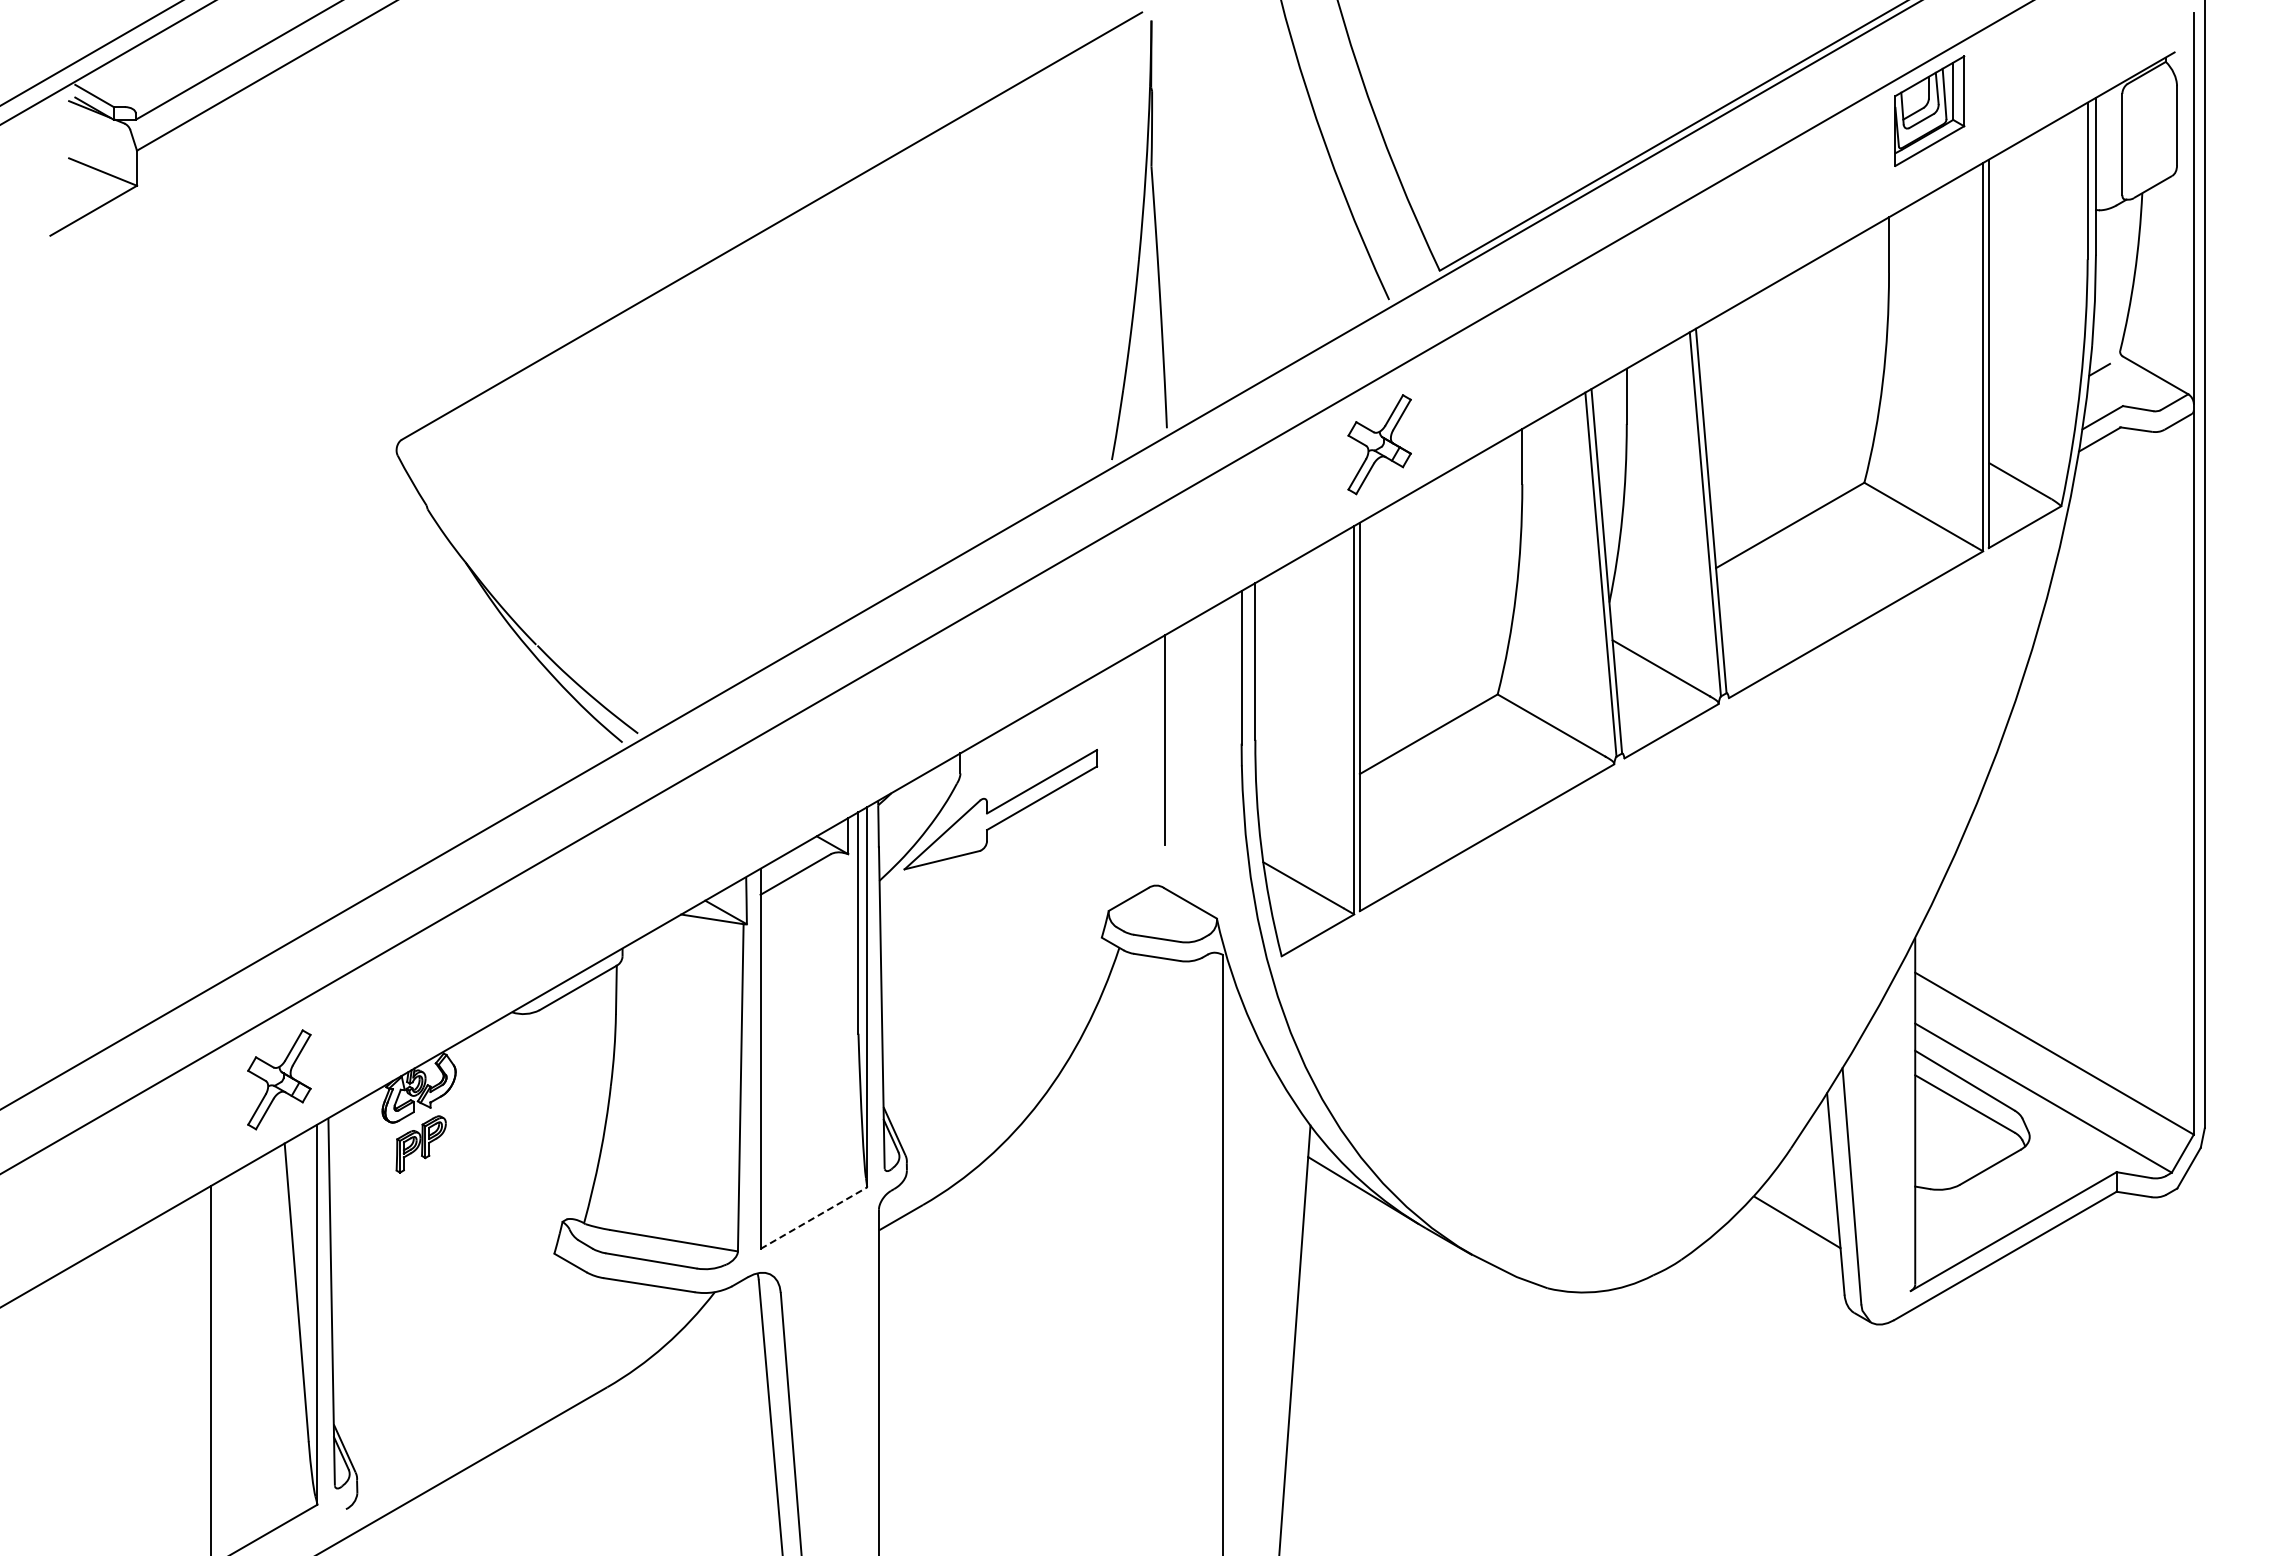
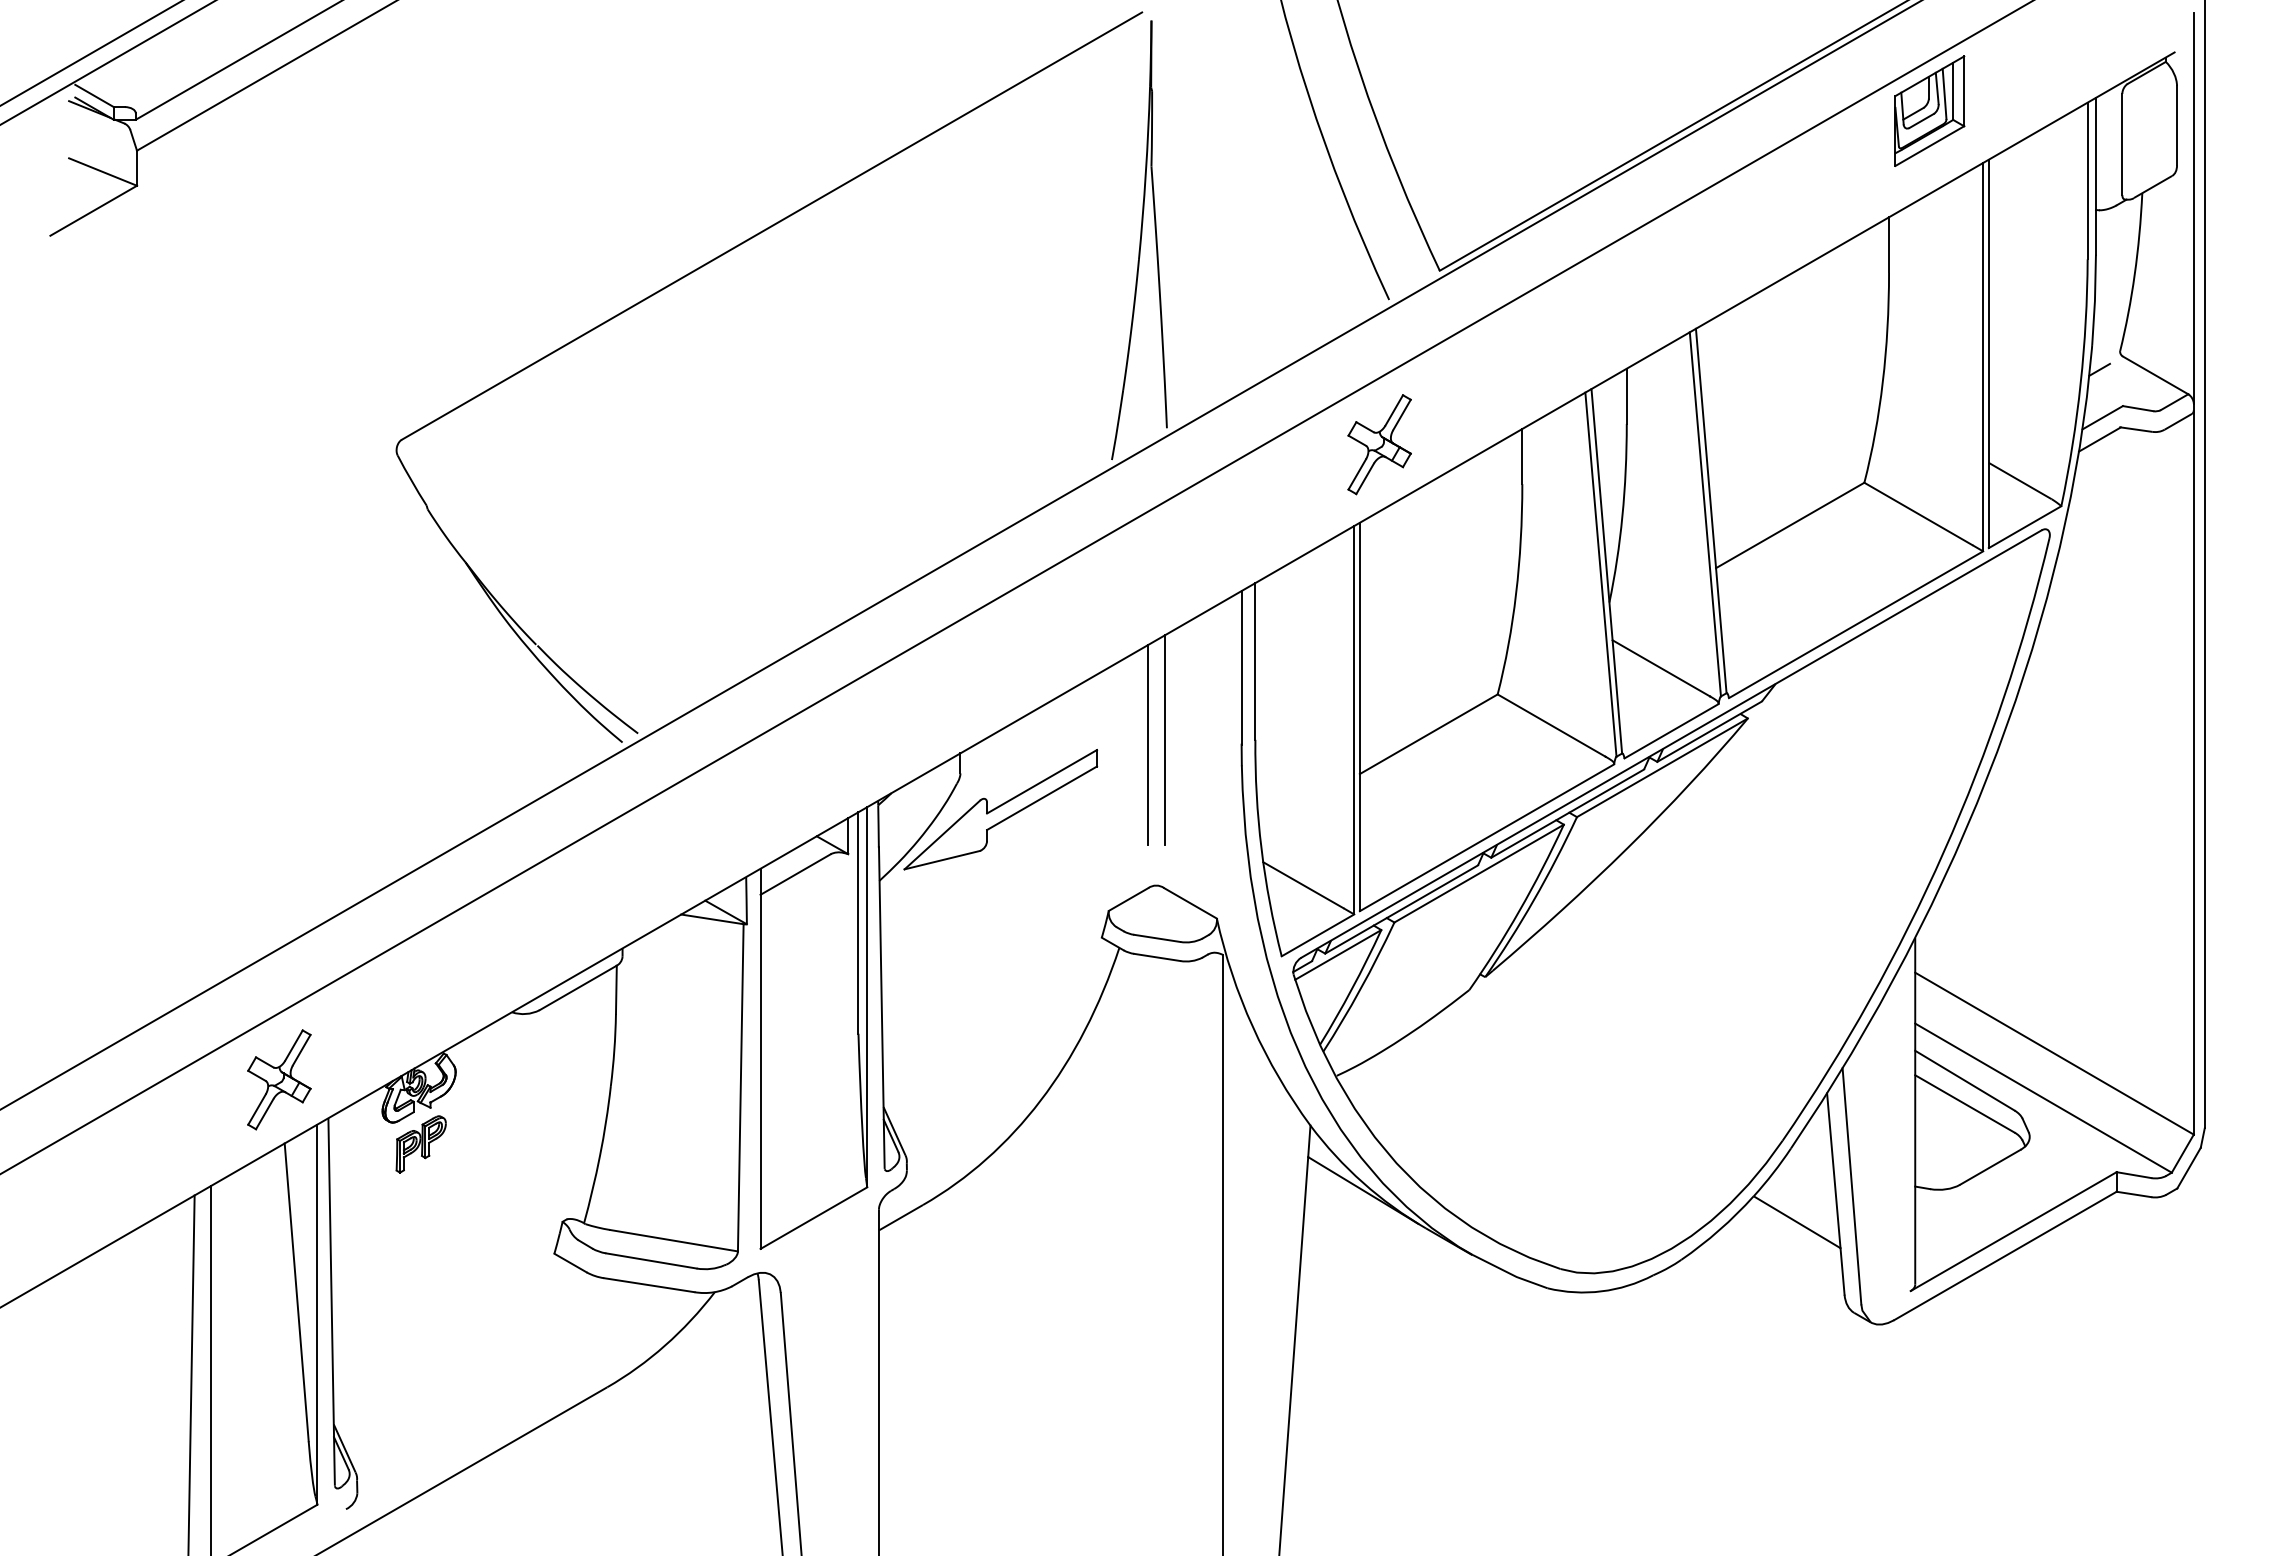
line at (1148, 745): none -> present
part at (1671, 901): none -> present
line at (813, 1218): dashed -> solid
line at (191, 1373): none -> present
